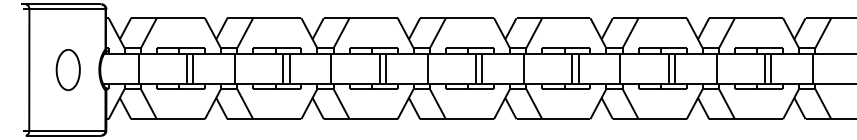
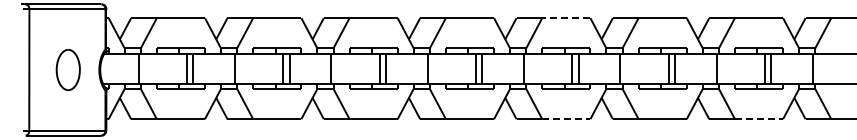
line at (565, 18): solid -> dashed
line at (566, 119): solid -> dashed
line at (759, 119): solid -> dashed
